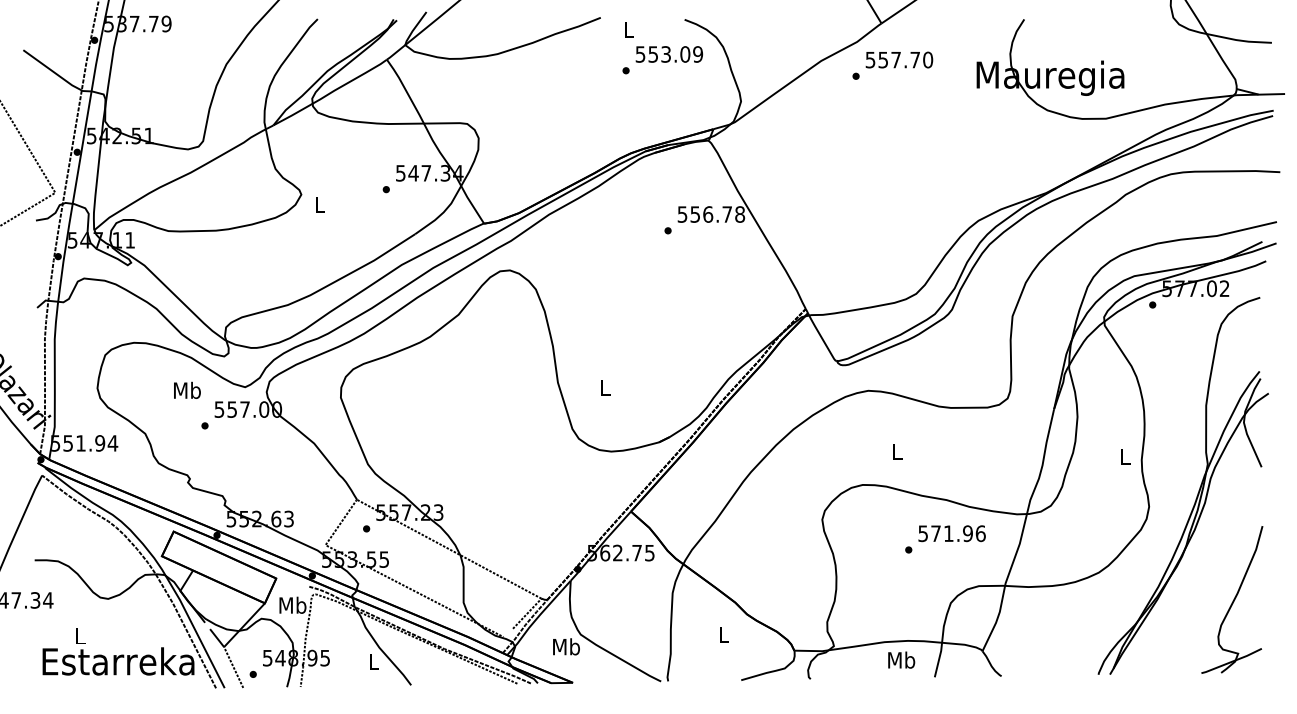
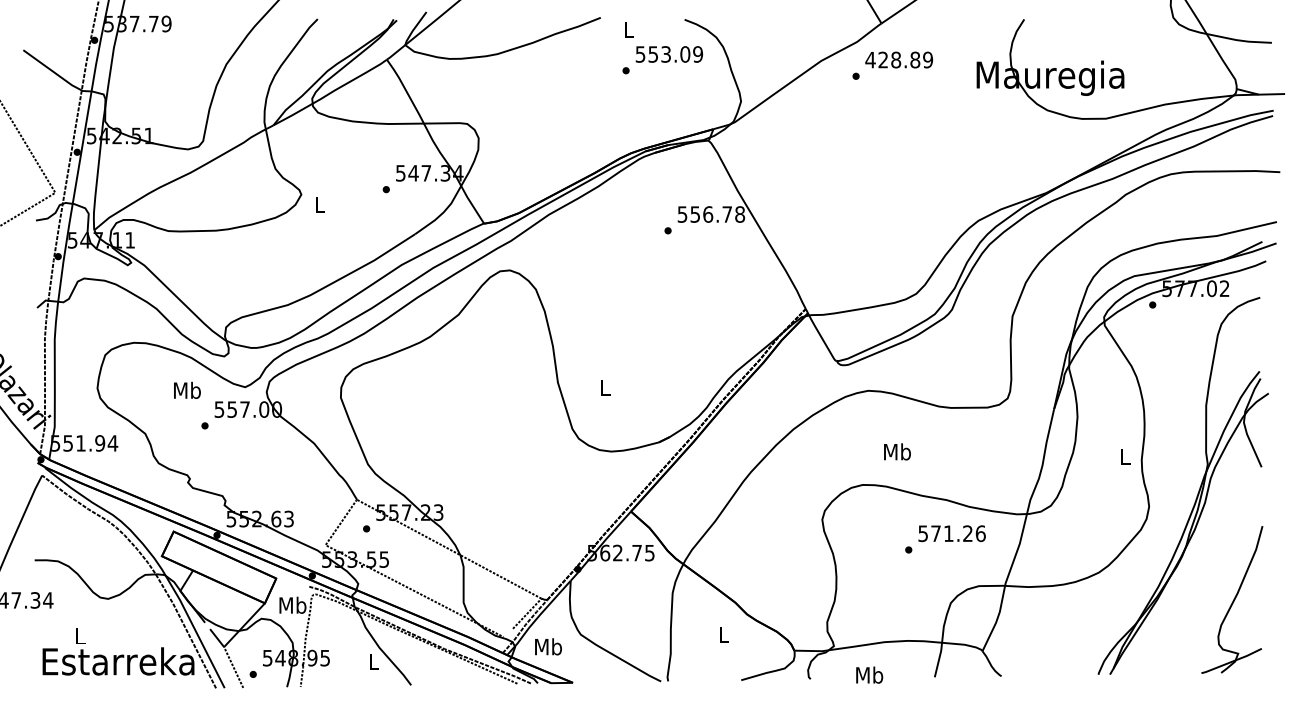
text at (899, 59): 557.70 -> 428.89
text at (897, 451): L -> Mb
text at (967, 533): 571.96 -> 571.26
text at (566, 646) position: (566, 646) -> (548, 646)
text at (901, 659) position: (901, 659) -> (869, 674)
